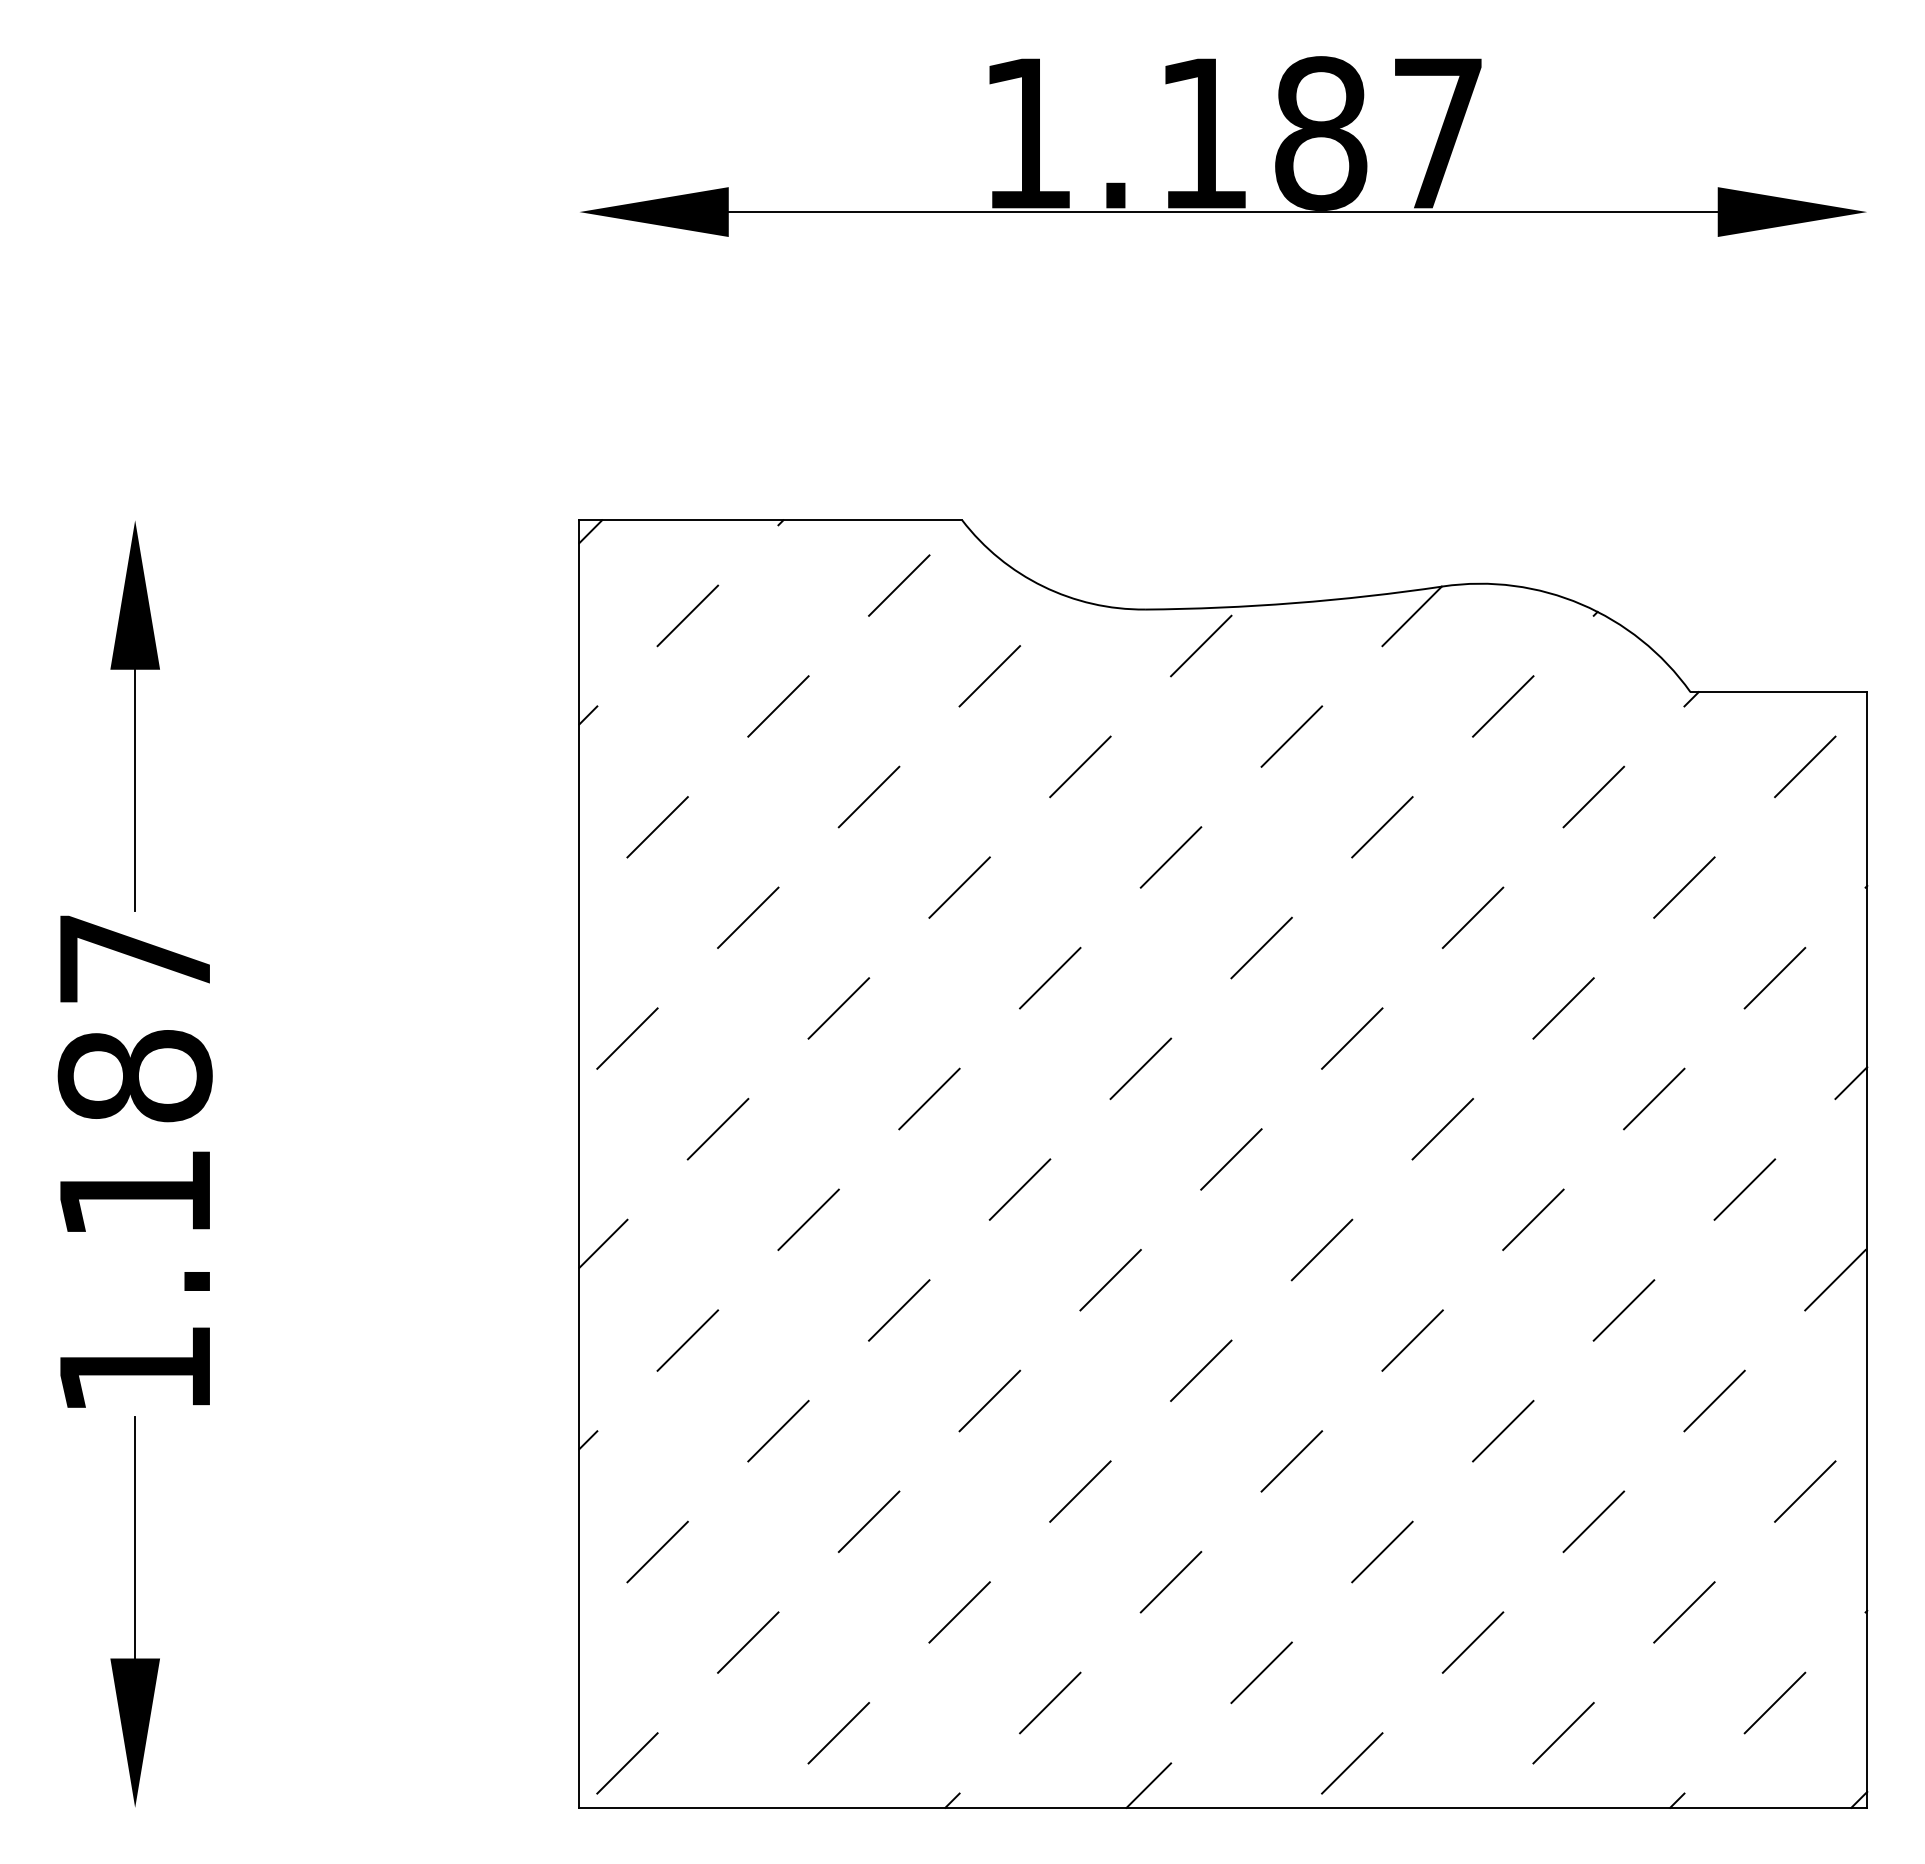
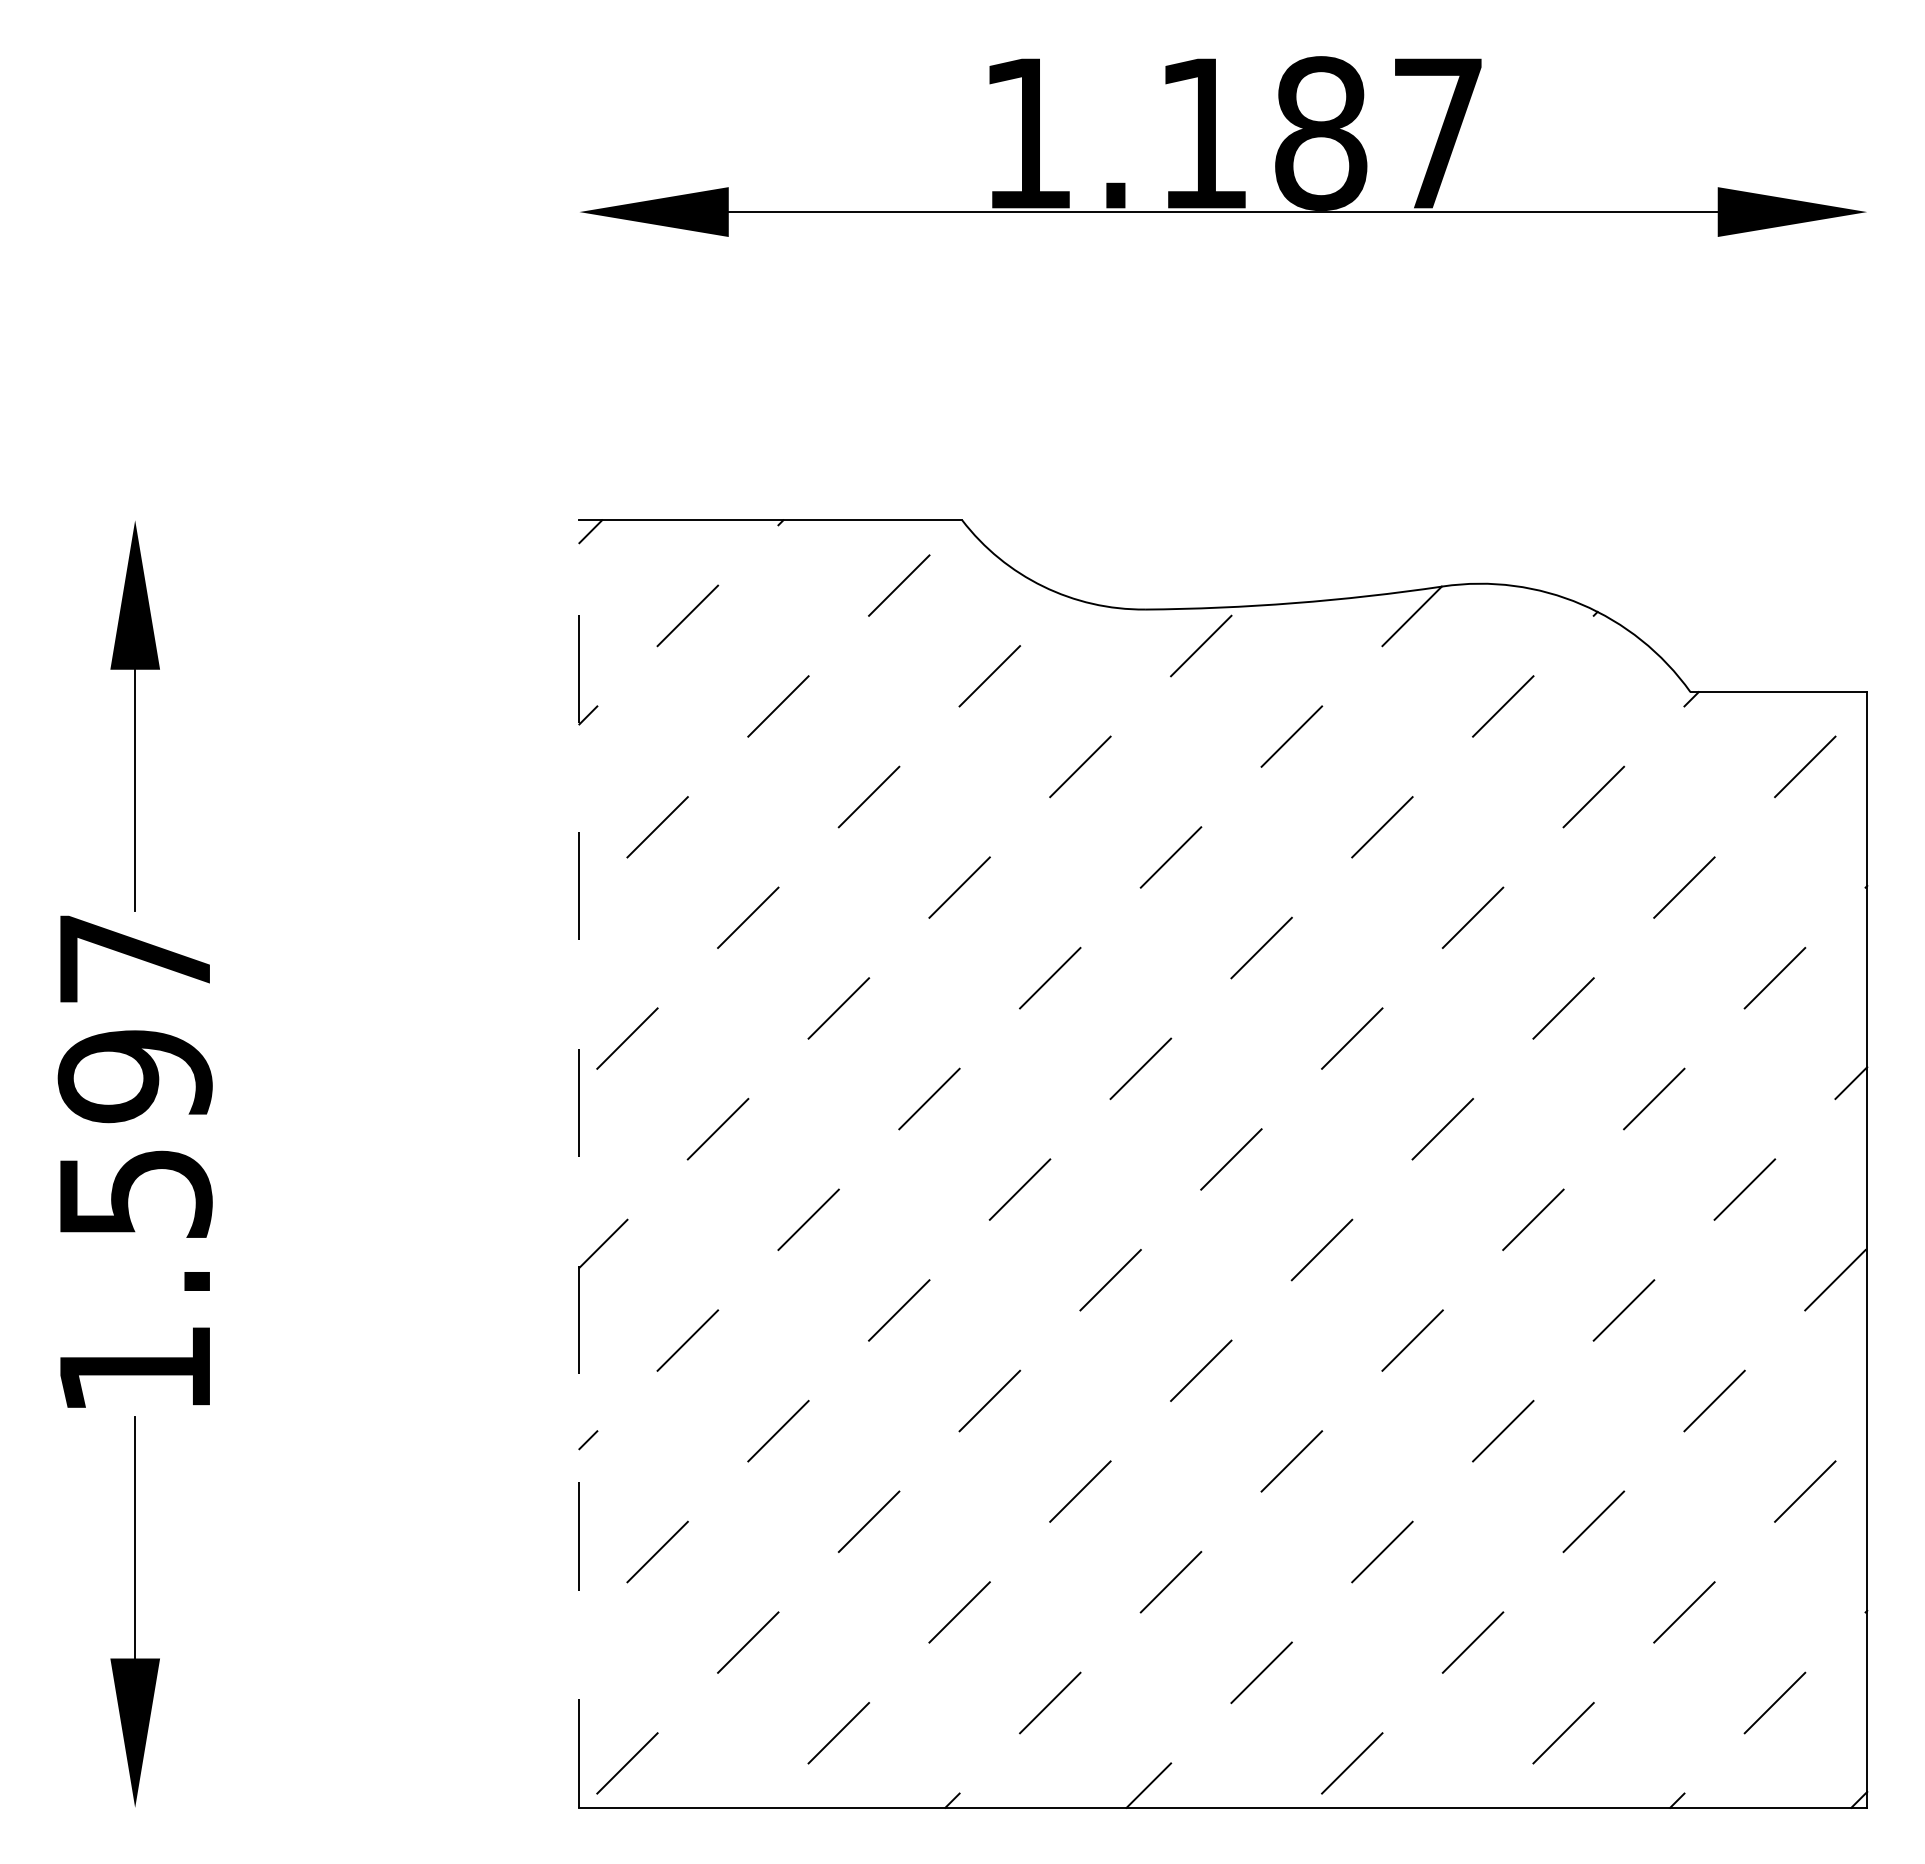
text at (134, 1133): 1.187 -> 1.597
line at (579, 1164): solid -> dashed
